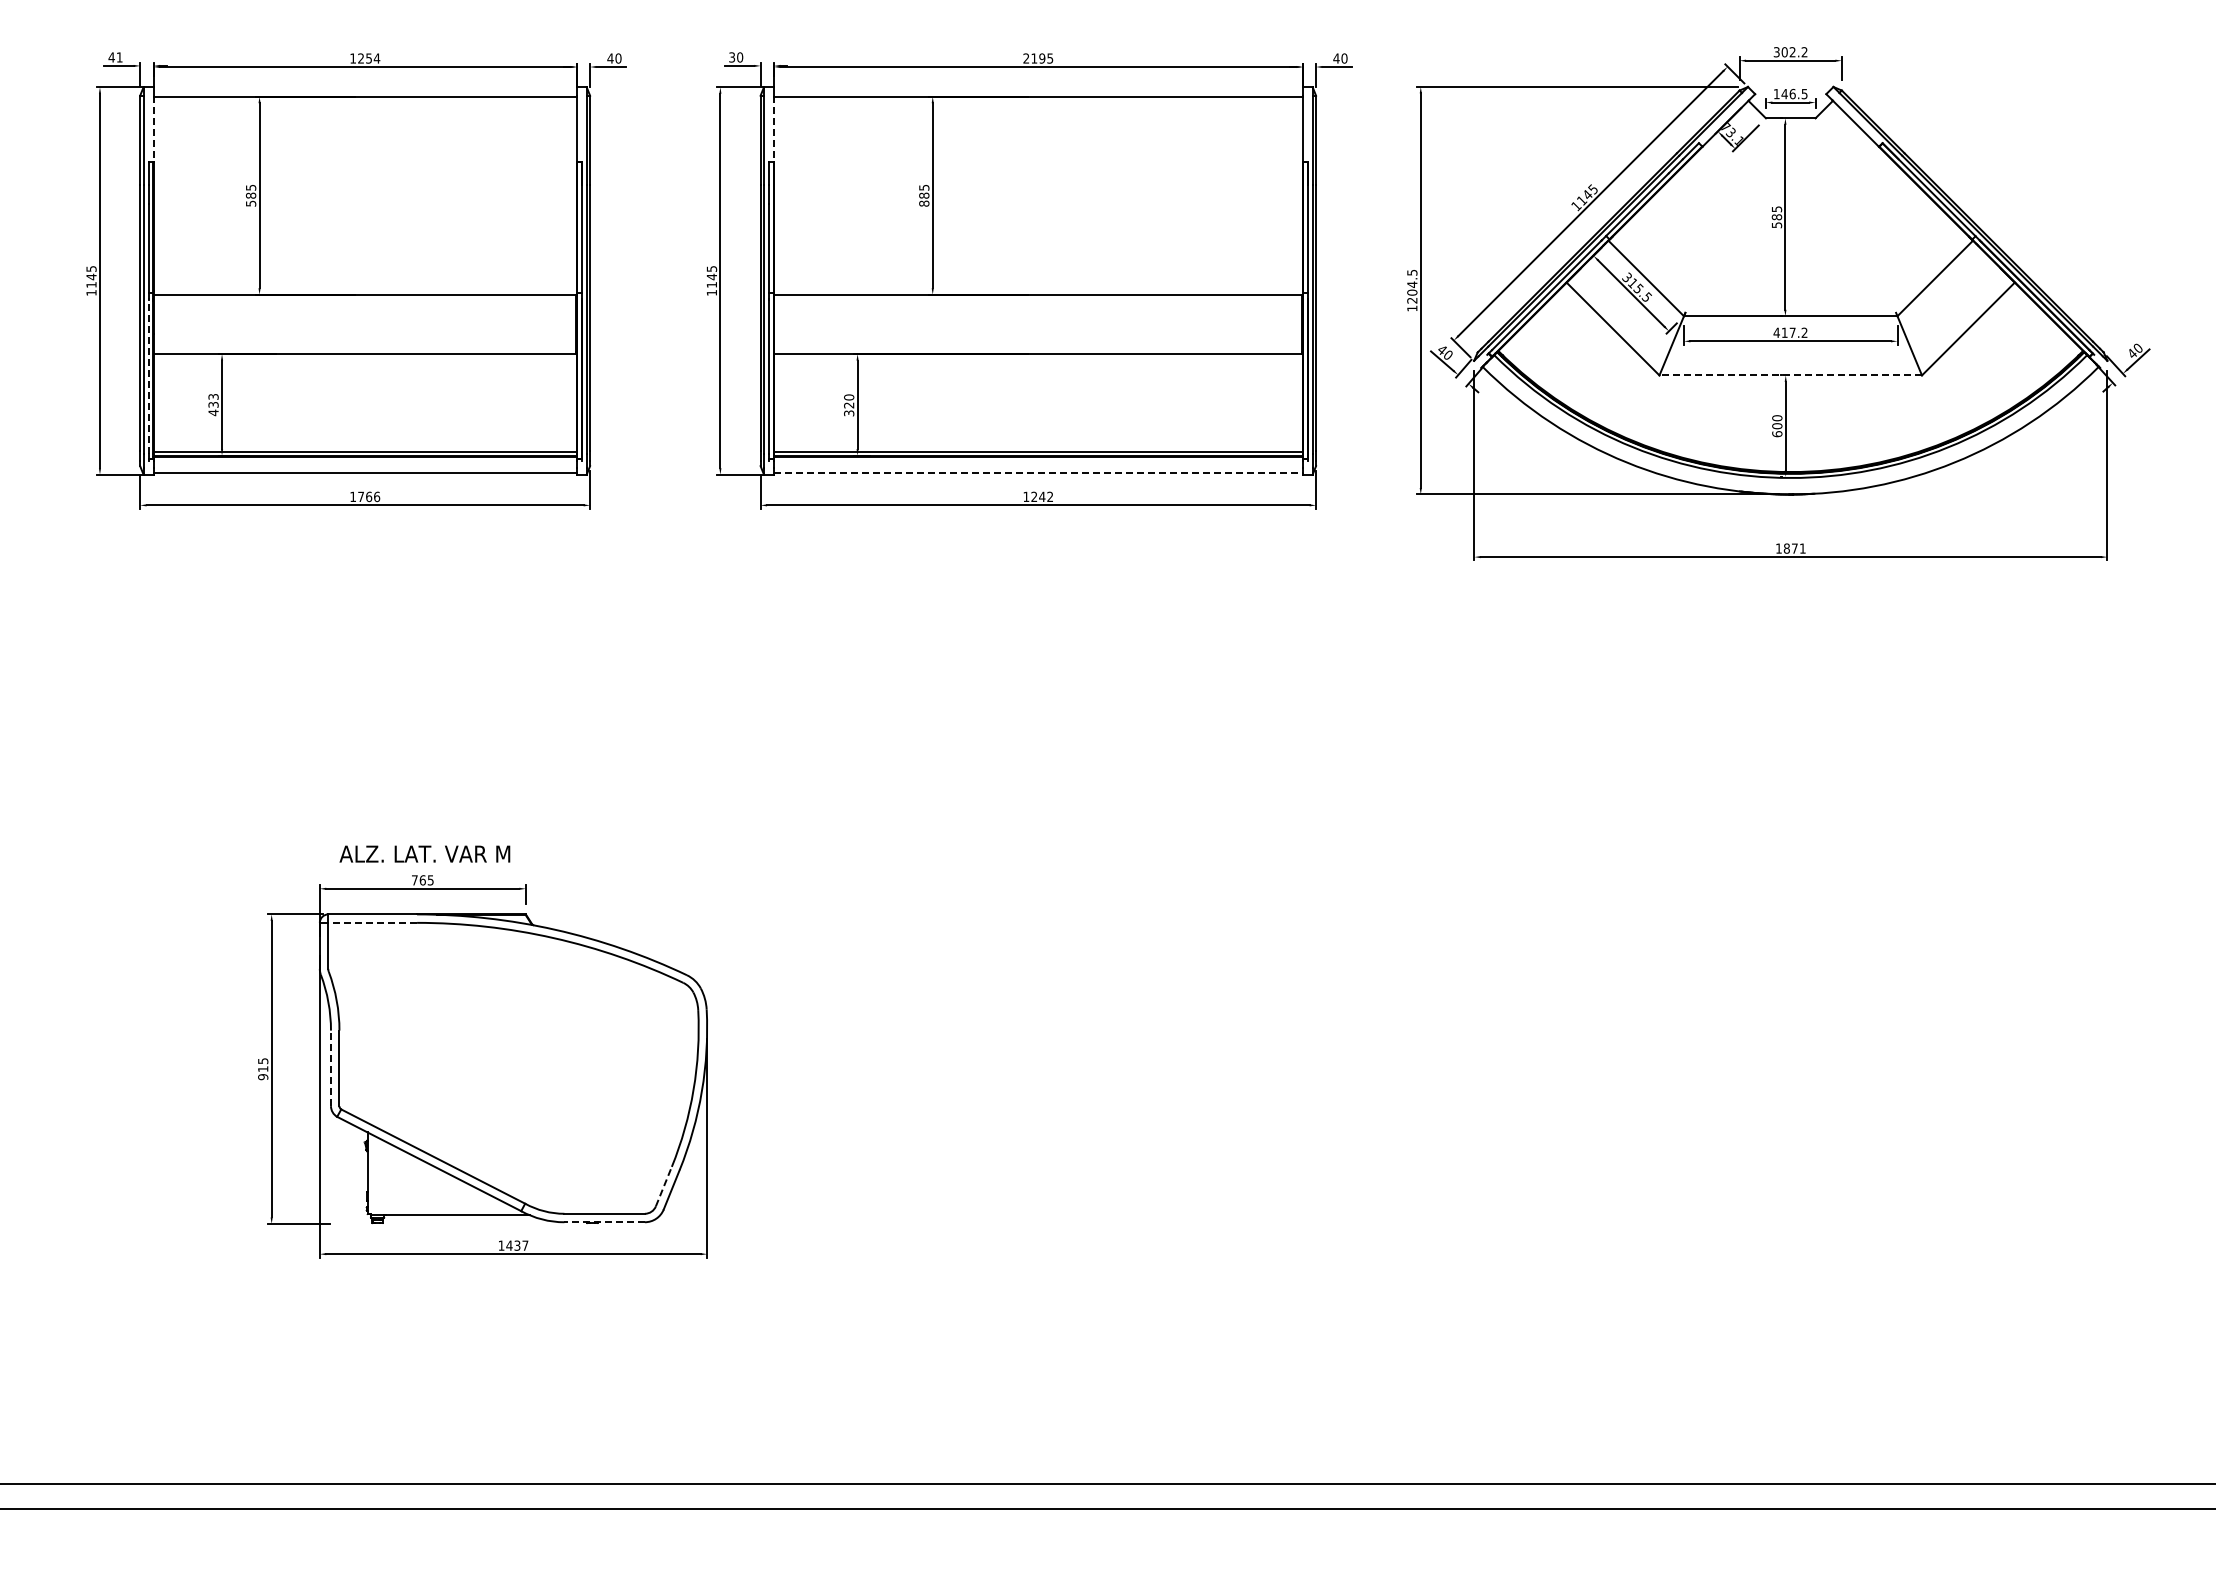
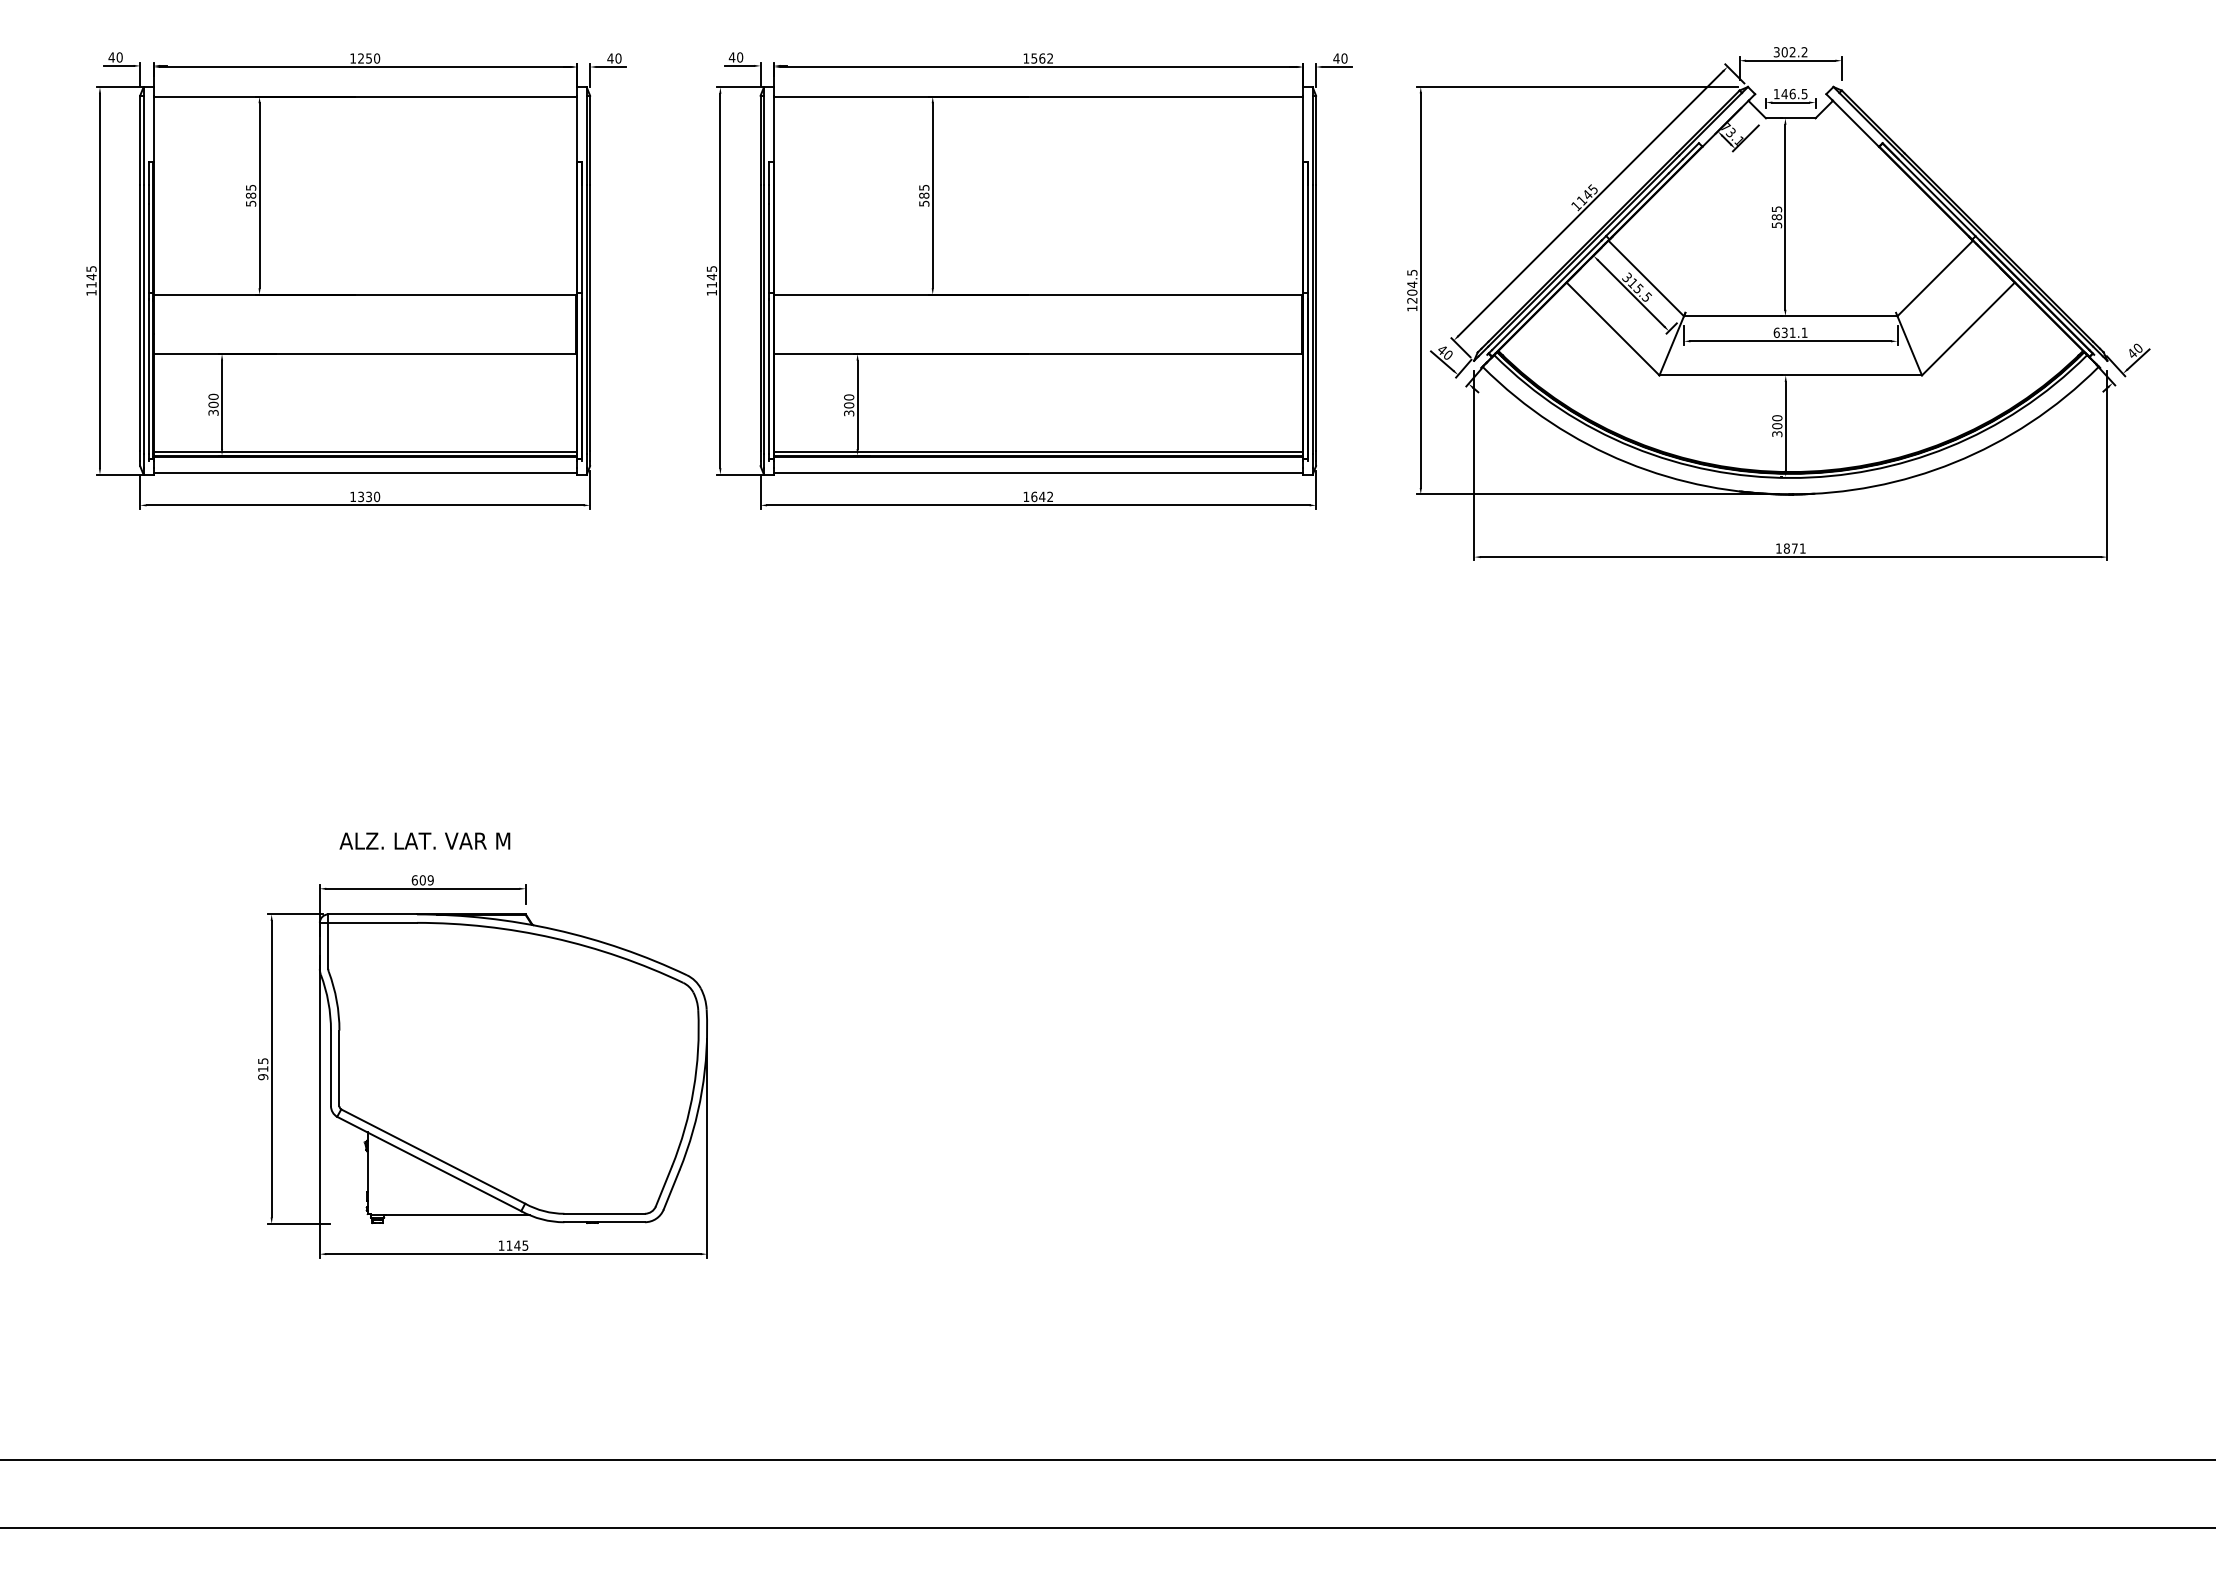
text at (119, 57): 41 -> 40
text at (731, 57): 30 -> 40
text at (376, 58): 1254 -> 1250
text at (1038, 58): 2195 -> 1562
line at (153, 128): dashed -> solid
line at (774, 128): dashed -> solid
text at (924, 203): 885 -> 585
text at (1790, 332): 417.2 -> 631.1
line at (1790, 375): dashed -> solid
line at (148, 376): dashed -> solid
text at (213, 404): 433 -> 300
text at (849, 405): 320 -> 300
text at (1777, 434): 600 -> 300
line at (1038, 472): dashed -> solid
text at (369, 496): 1766 -> 1330
text at (1034, 496): 1242 -> 1642
text at (424, 853) position: (424, 853) -> (424, 840)
text at (422, 880): 765 -> 609
line at (372, 922): dashed -> solid
line at (330, 1068): dashed -> solid
line at (664, 1186): dashed -> solid
line at (604, 1222): dashed -> solid
text at (517, 1245): 1437 -> 1145
line at (1107, 1484) position: (1107, 1484) -> (1107, 1460)
line at (1107, 1508) position: (1107, 1508) -> (1107, 1527)
